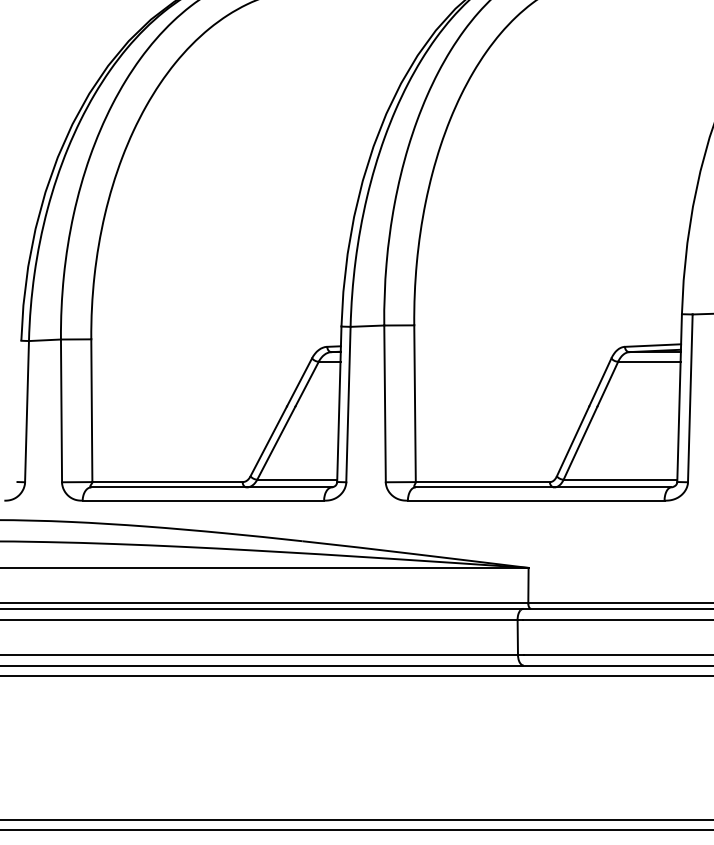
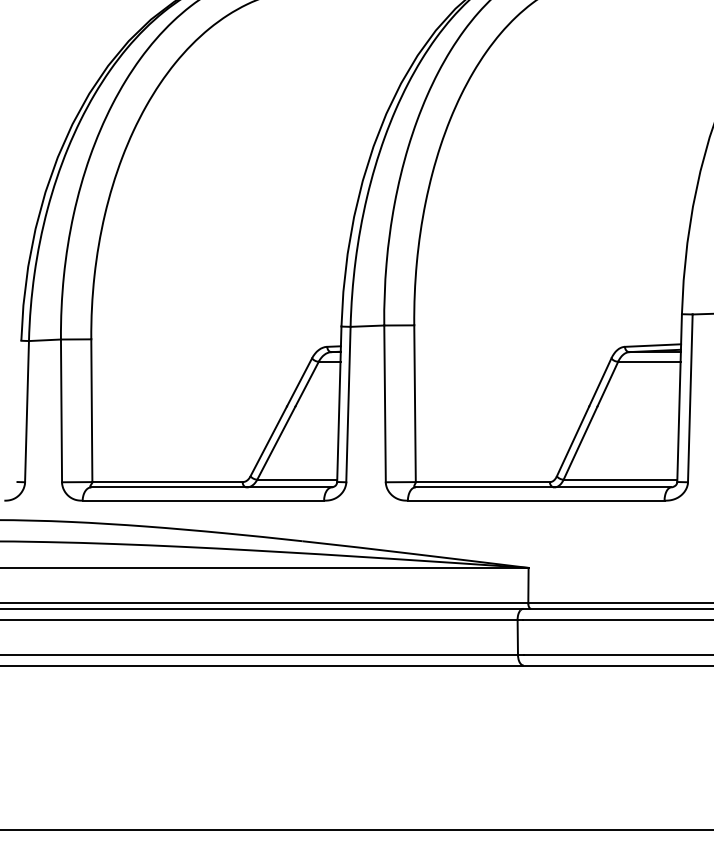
line at (356, 676): present -> none
line at (356, 819): present -> none
